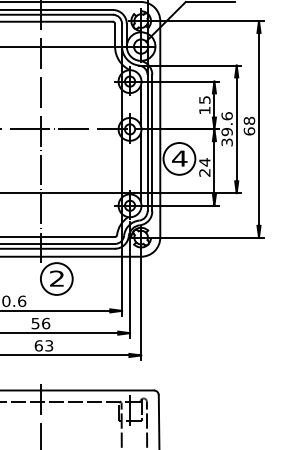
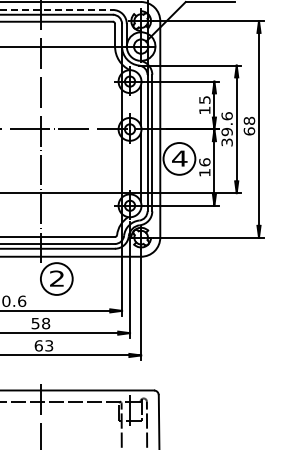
line at (56, 9): solid -> dashed
text at (204, 167): 24 -> 16
text at (46, 323): 56 -> 58
